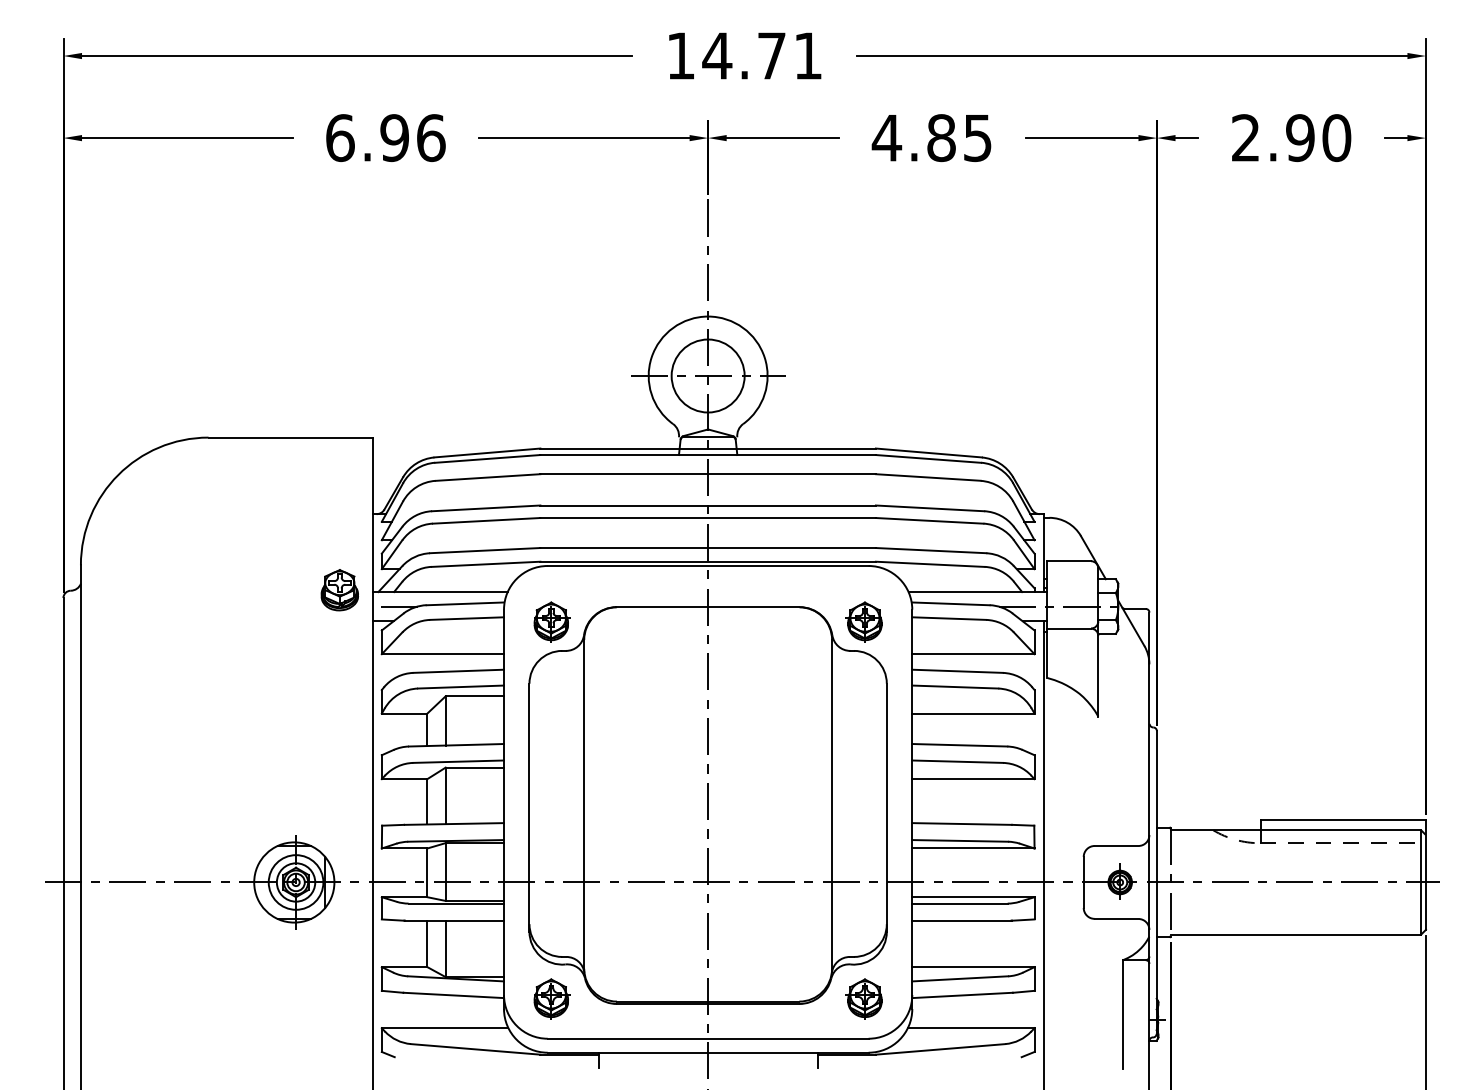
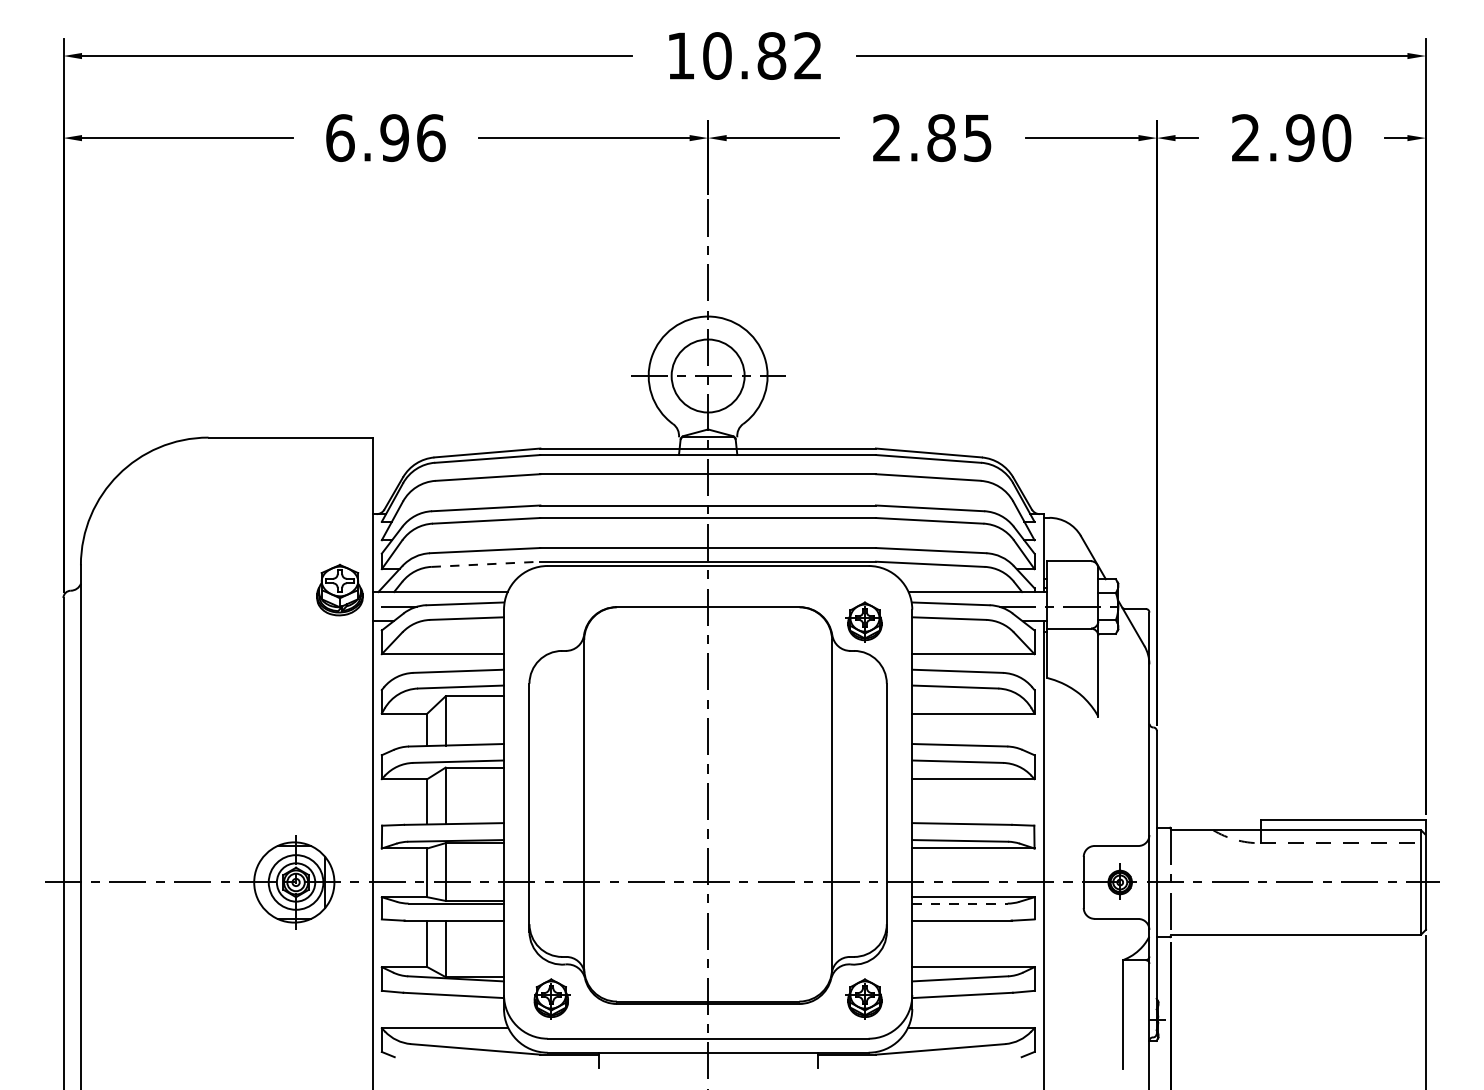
text at (761, 55): 14.71 -> 10.82
text at (886, 137): 4.85 -> 2.85
line at (486, 564): solid -> dashed
part at (339, 590) size: 39x43 px -> 48x54 px
part at (551, 621): present -> none
line at (960, 903): solid -> dashed
